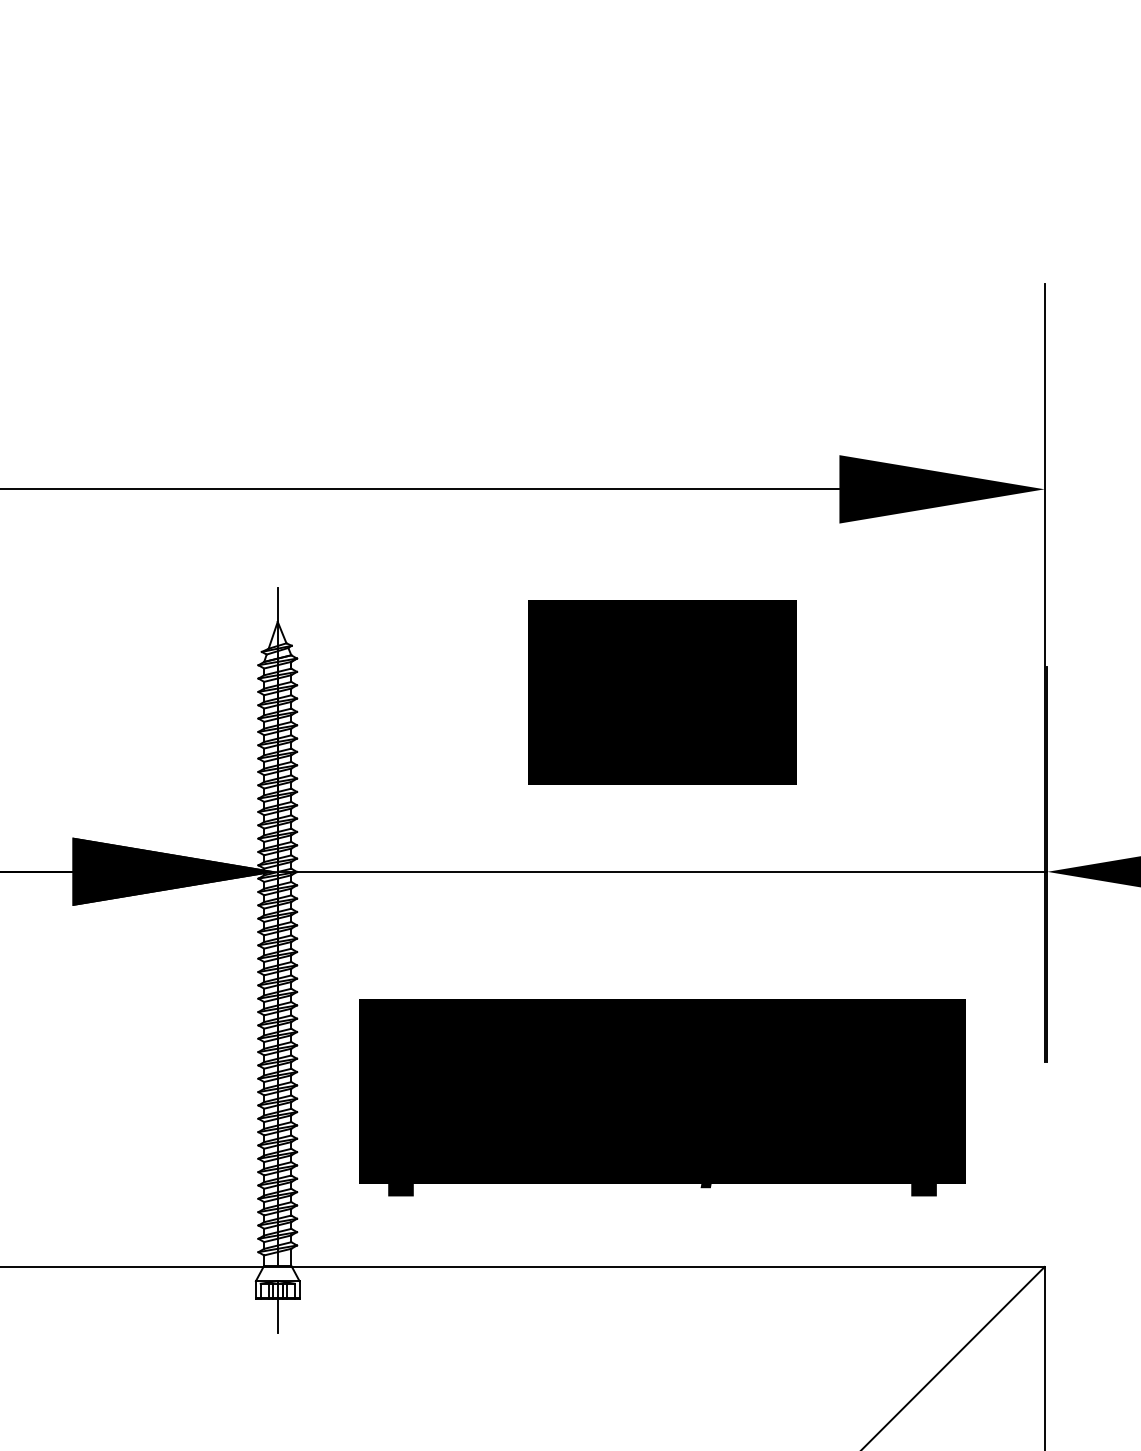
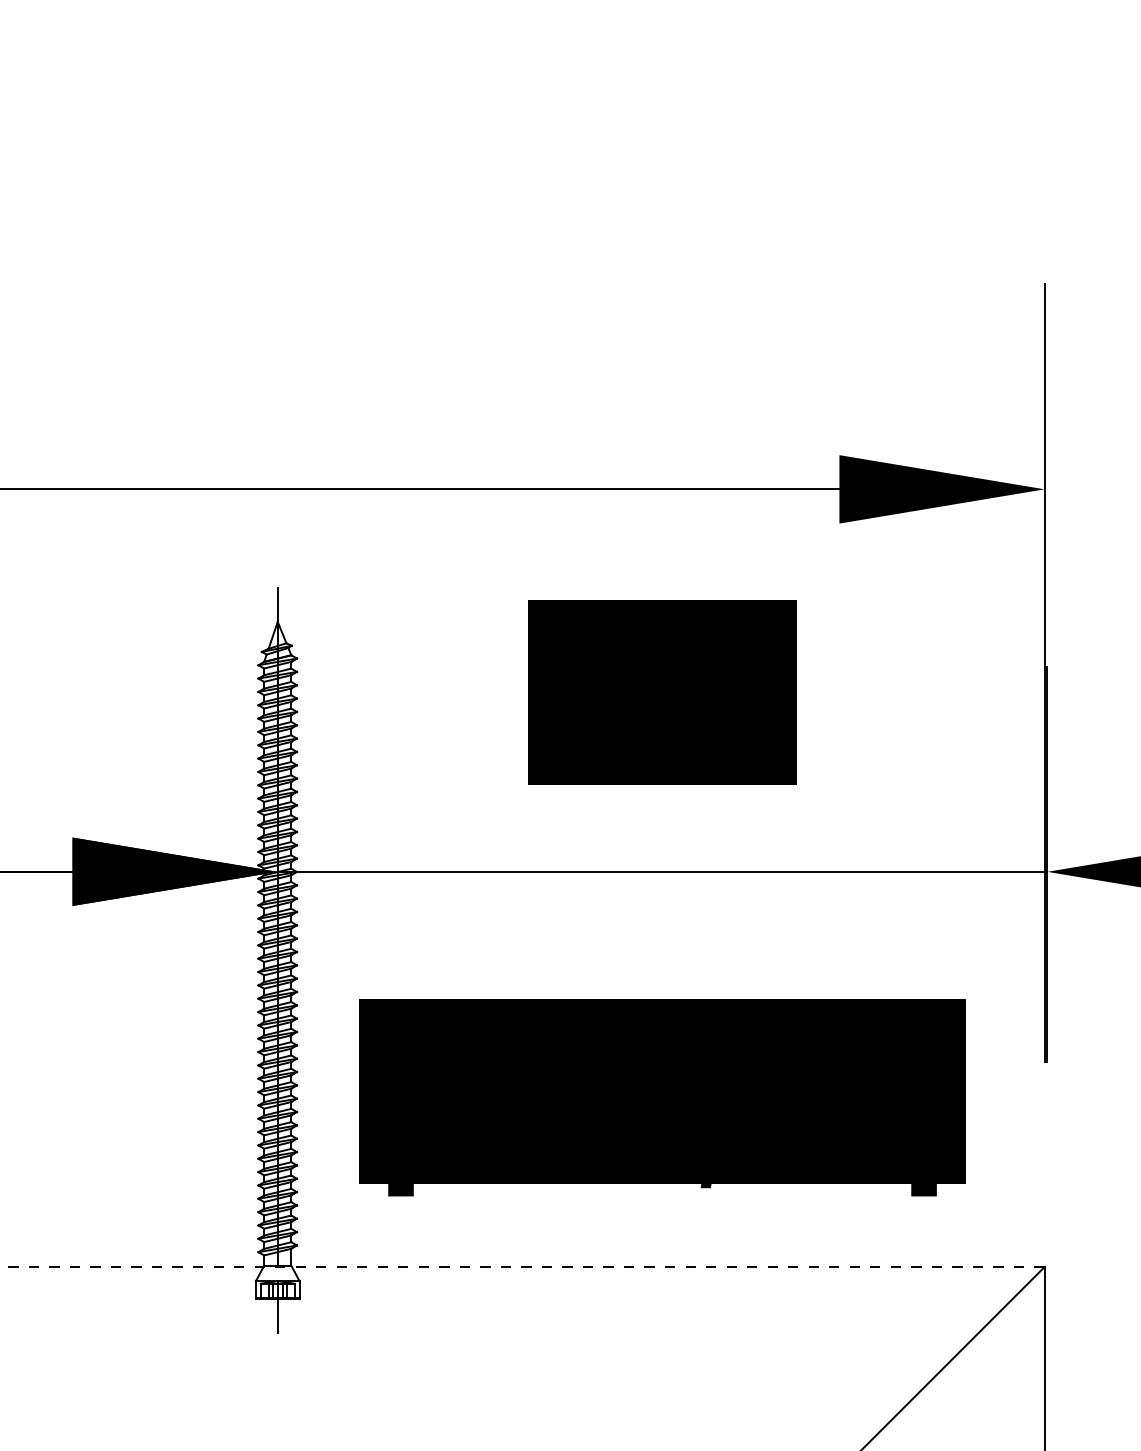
line at (522, 1266): solid -> dashed
